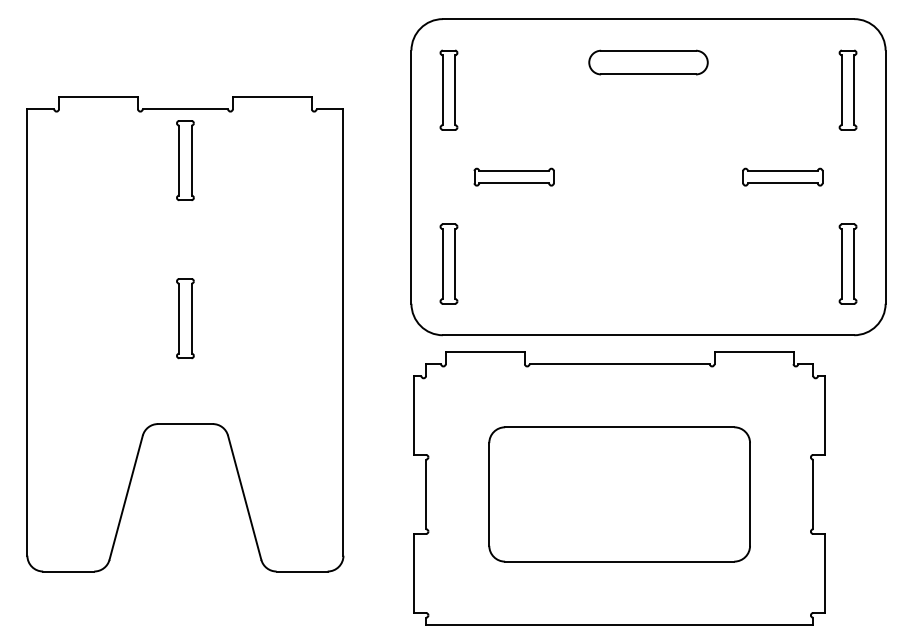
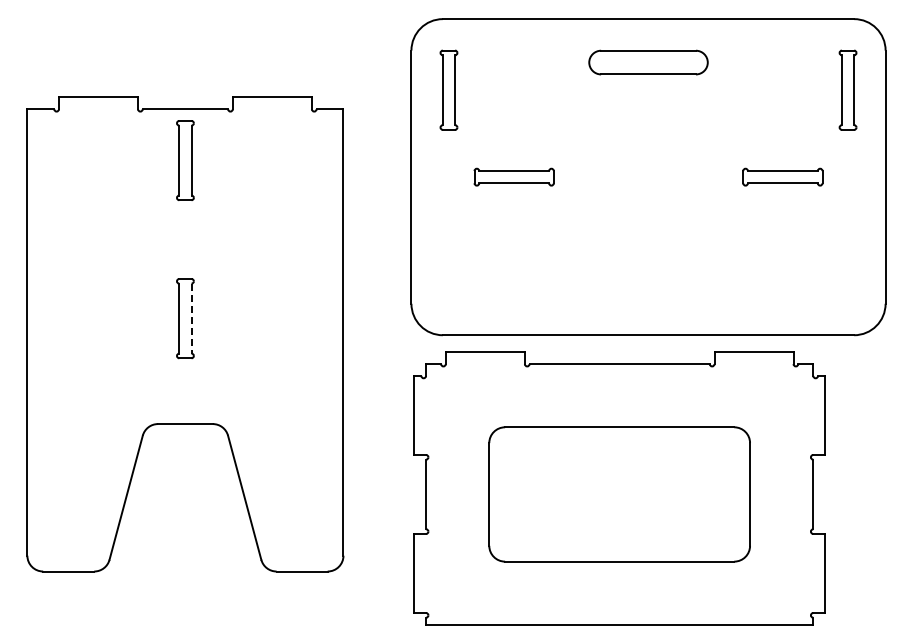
part at (448, 263): present -> none
part at (847, 263): present -> none
line at (191, 318): solid -> dashed
